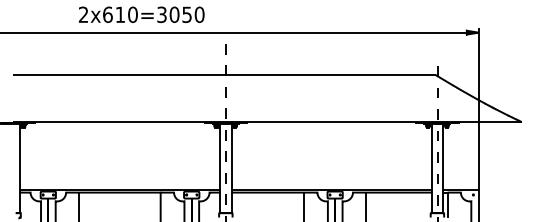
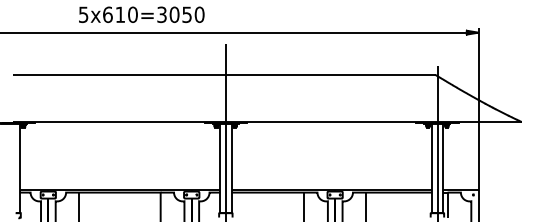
text at (83, 14): 2x610=3050 -> 5x610=3050
line at (225, 132): dashed -> solid
line at (437, 144): dashed -> solid
